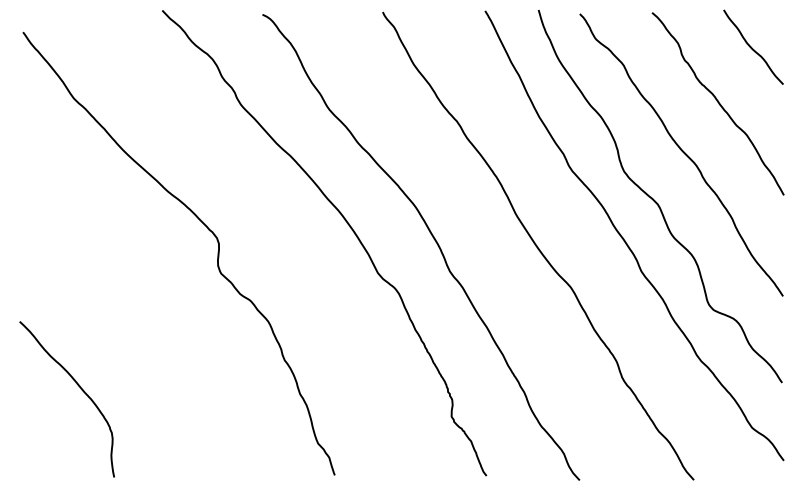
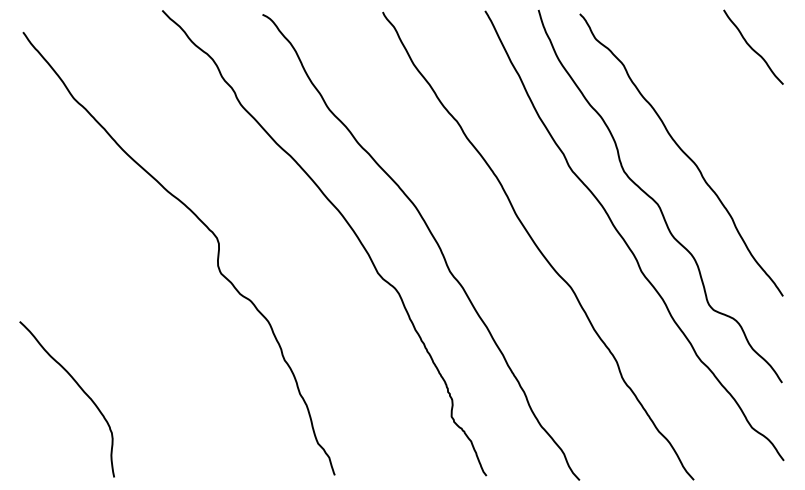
curve at (717, 102): present -> none
